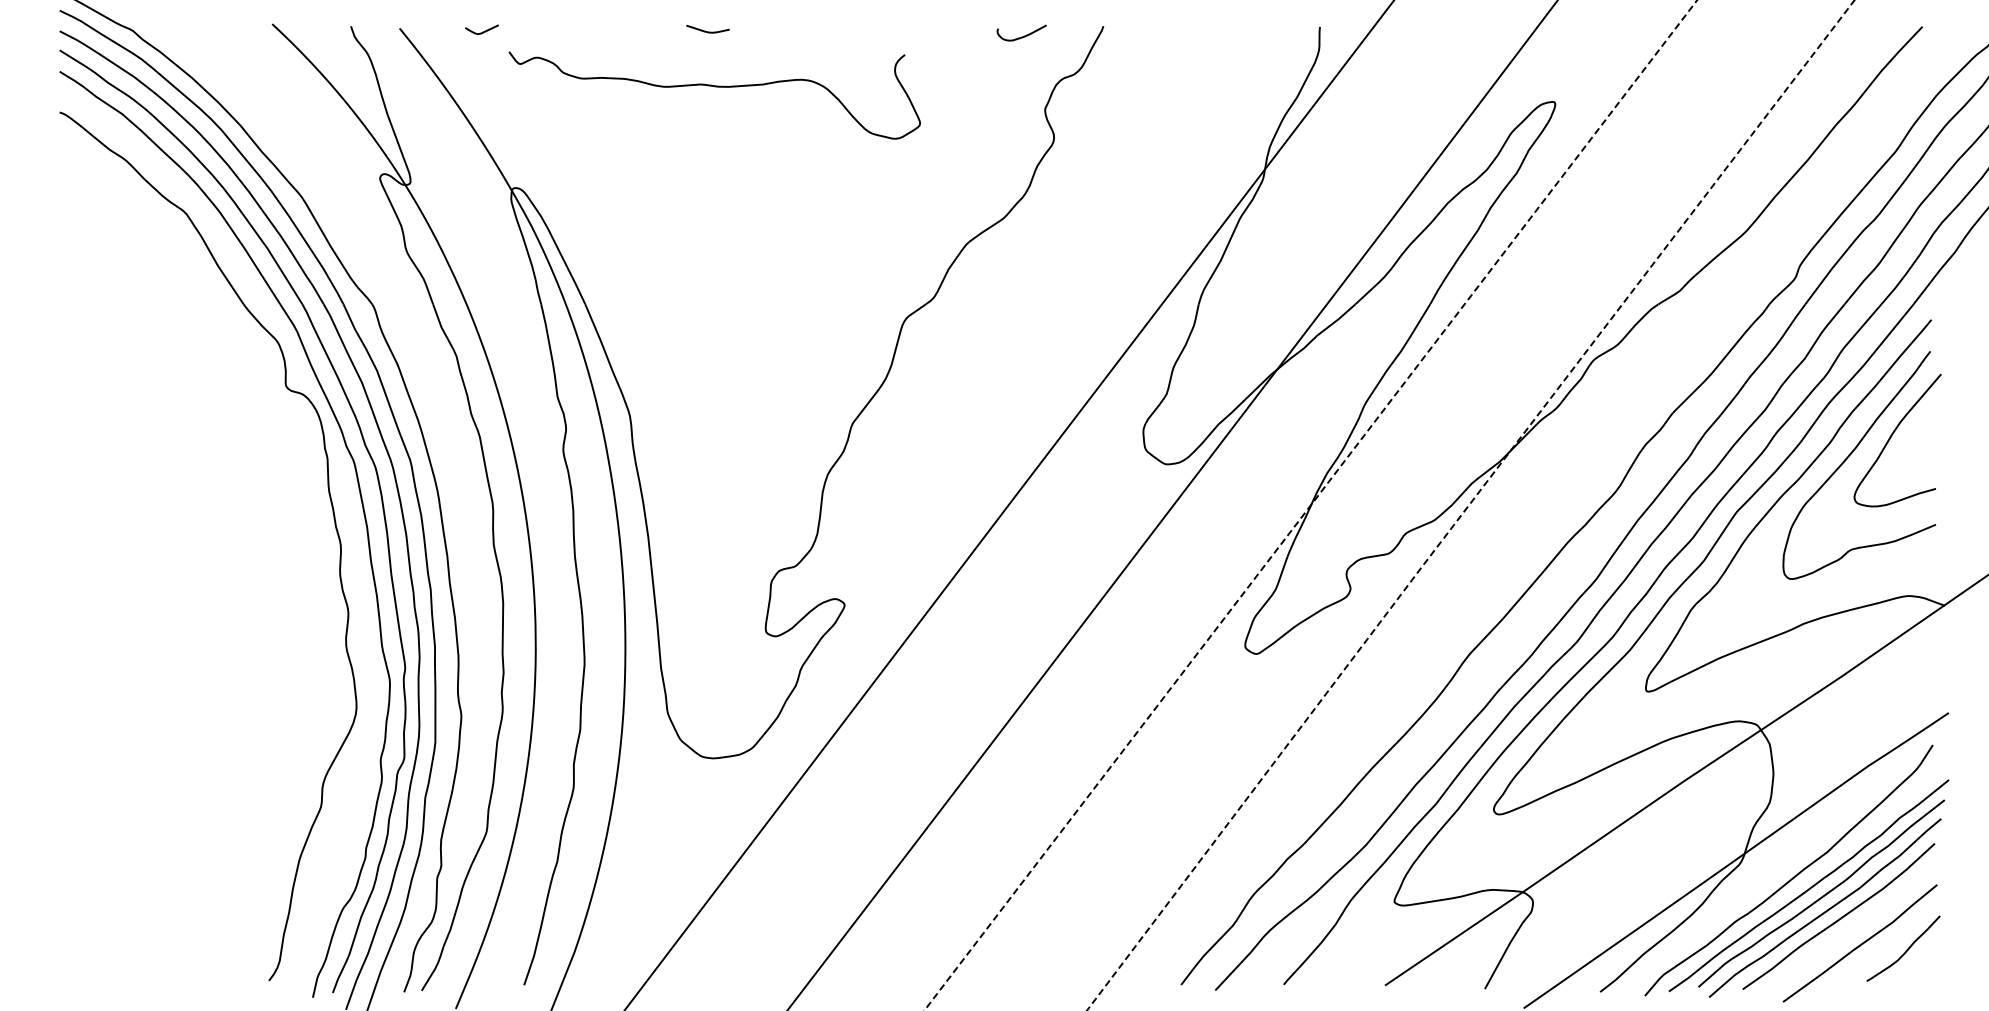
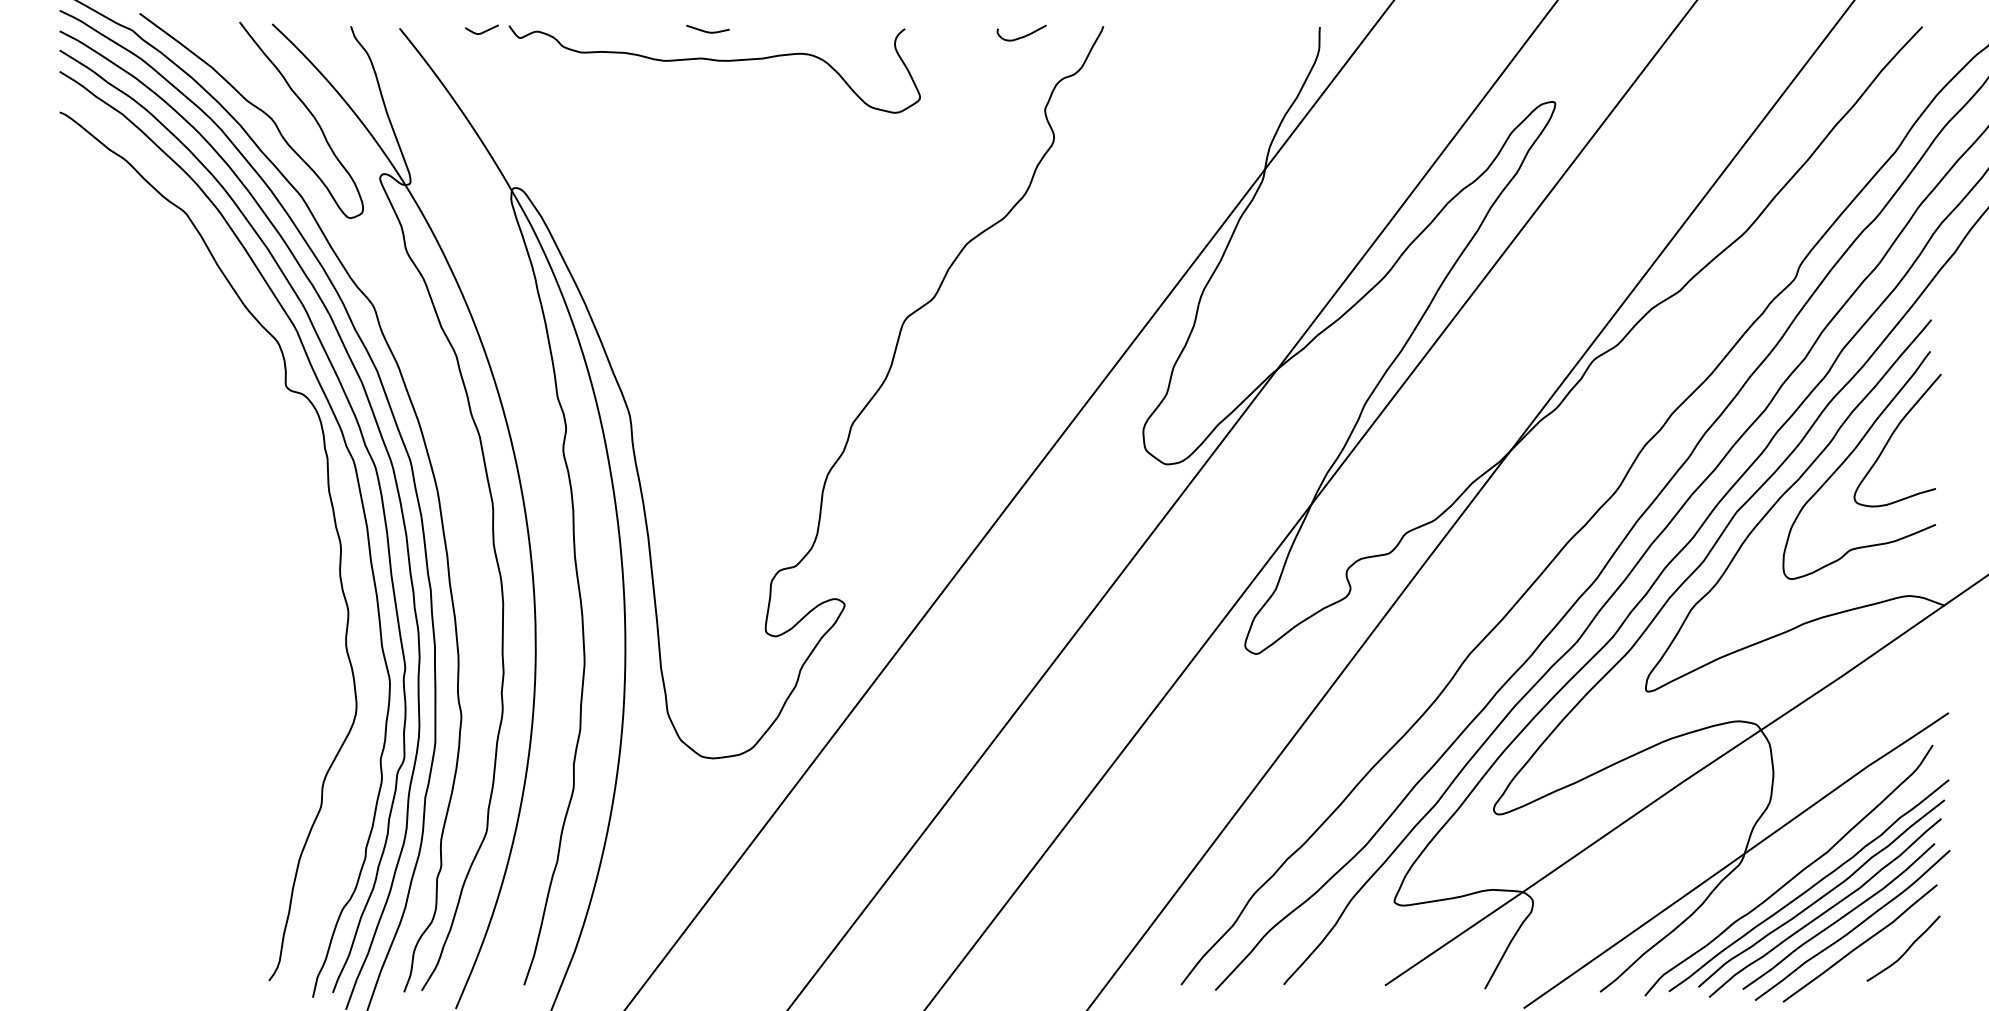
curve at (714, 87) position: (714, 87) -> (714, 61)
curve at (256, 108): none -> present
line at (1469, 504): dashed -> solid
line at (1310, 505): dashed -> solid
curve at (1855, 926): none -> present
